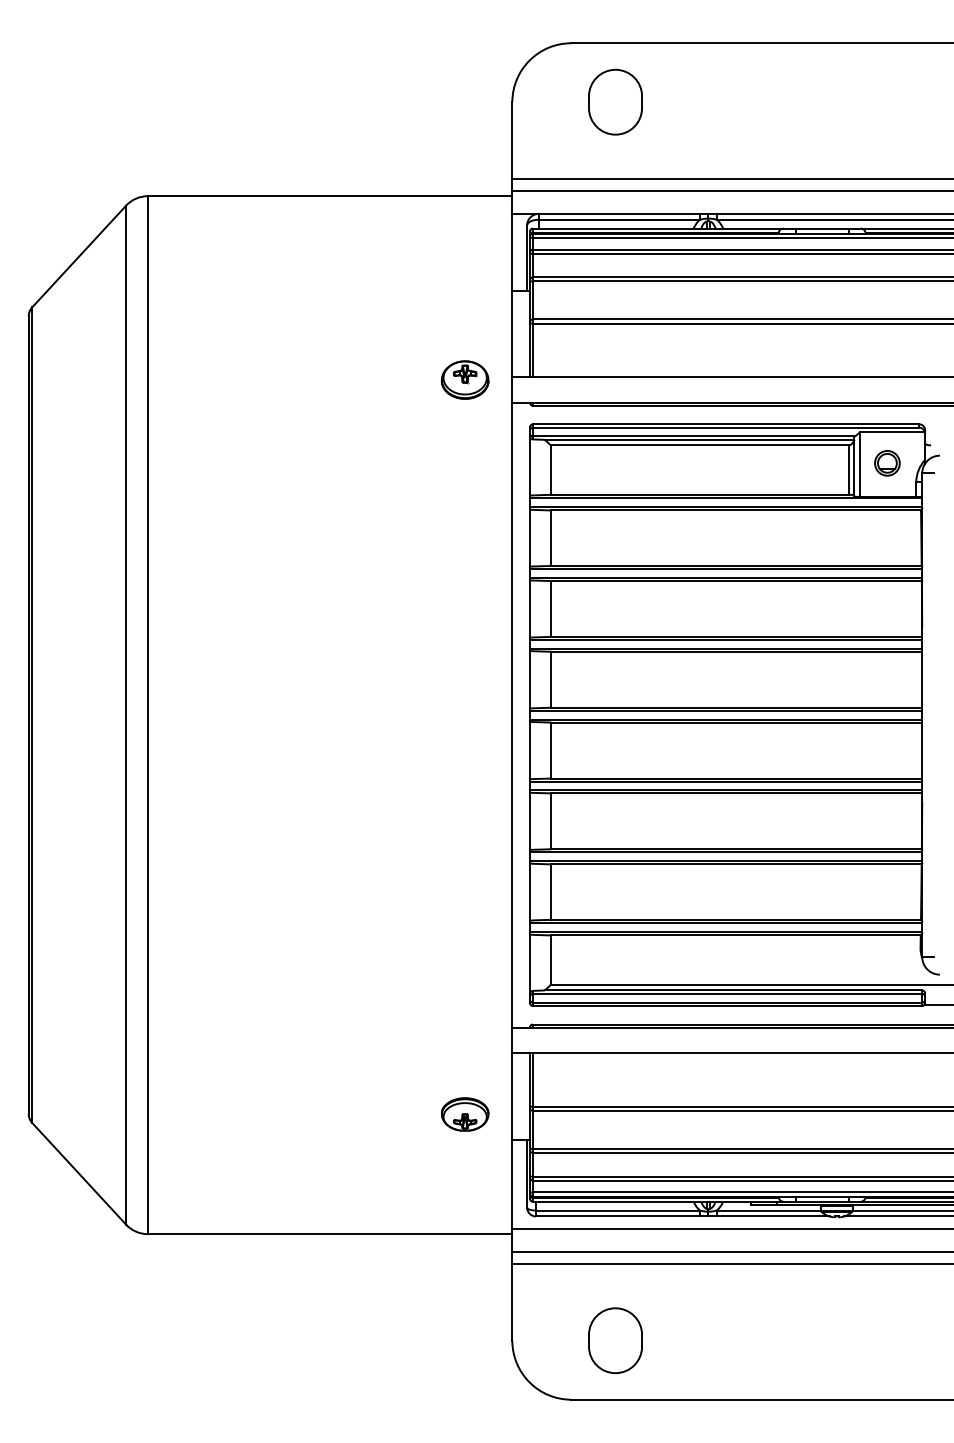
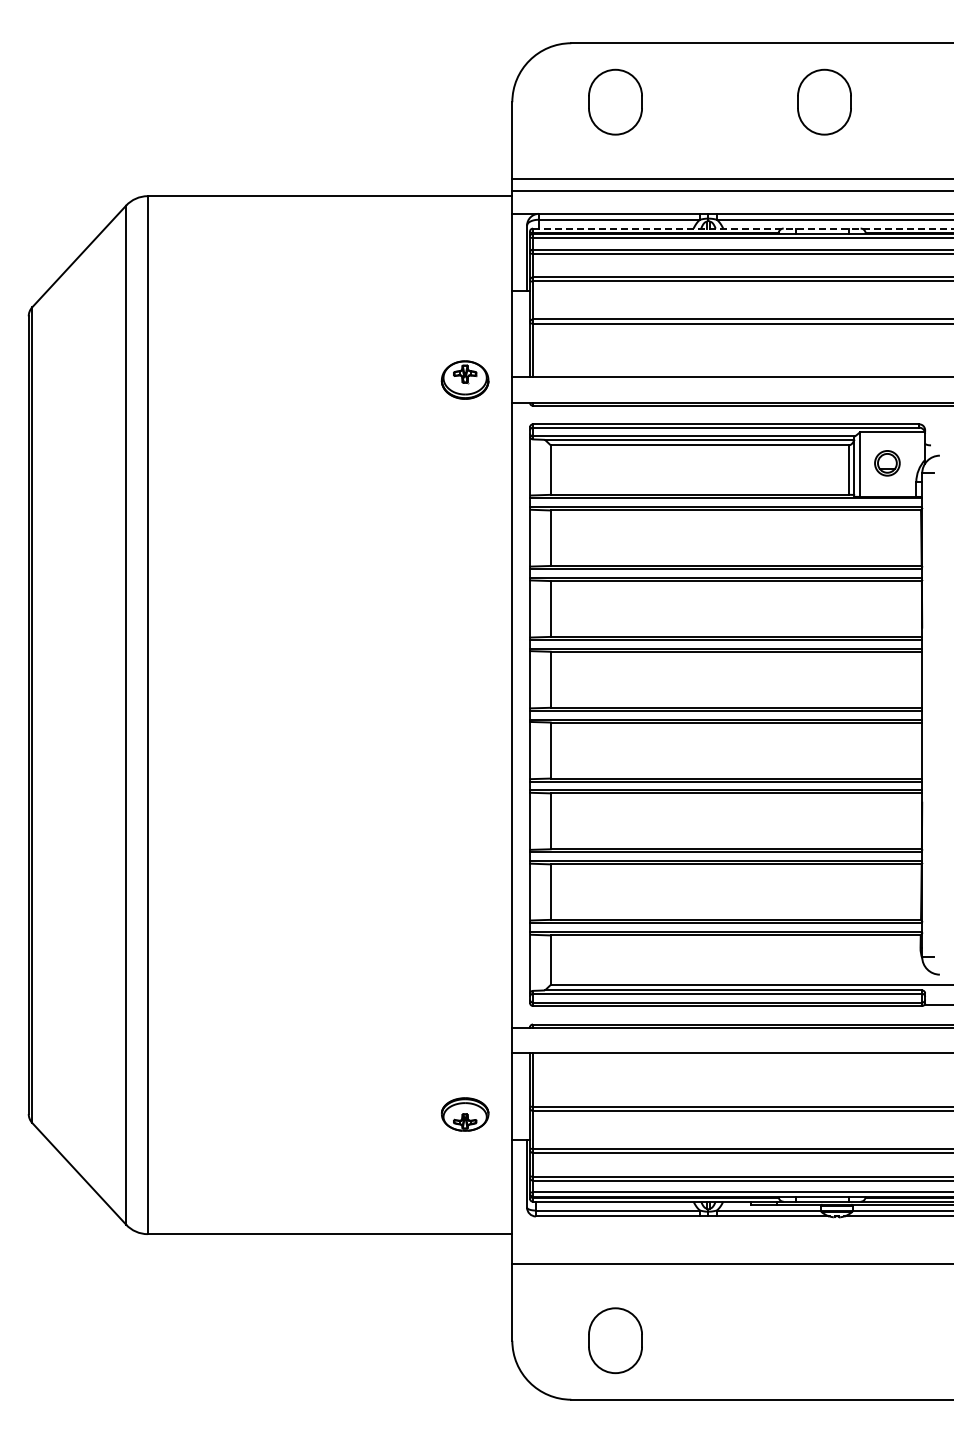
part at (824, 101): none -> present
line at (743, 228): solid -> dashed
line at (731, 1228): present -> none
line at (731, 1252): present -> none
